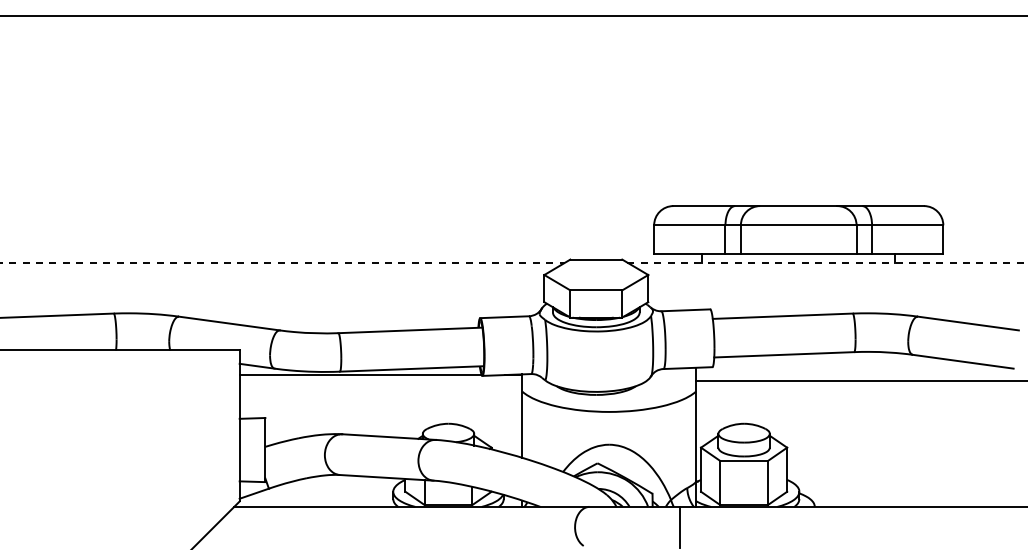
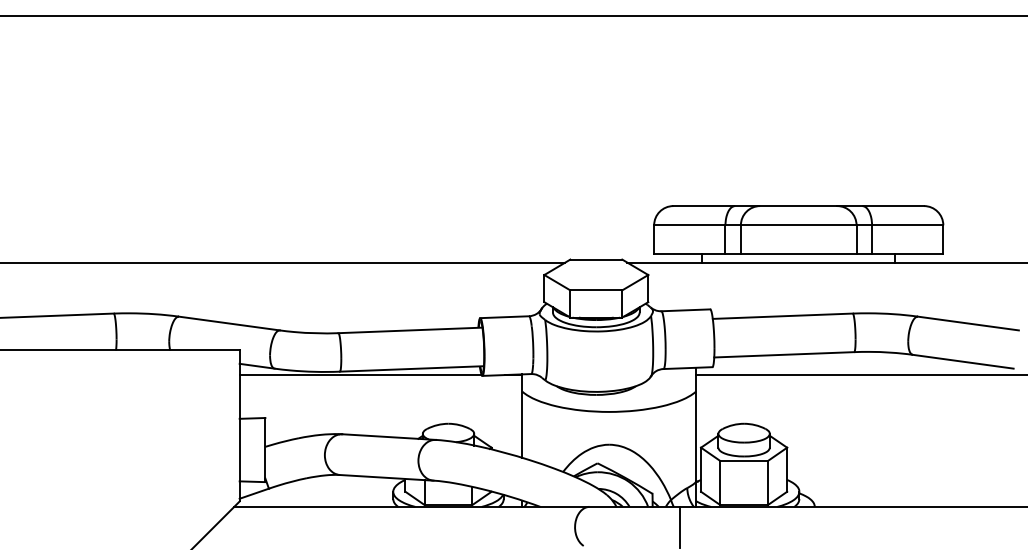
line at (282, 262): dashed -> solid
line at (828, 262): dashed -> solid
line at (859, 381) position: (859, 381) -> (859, 375)
